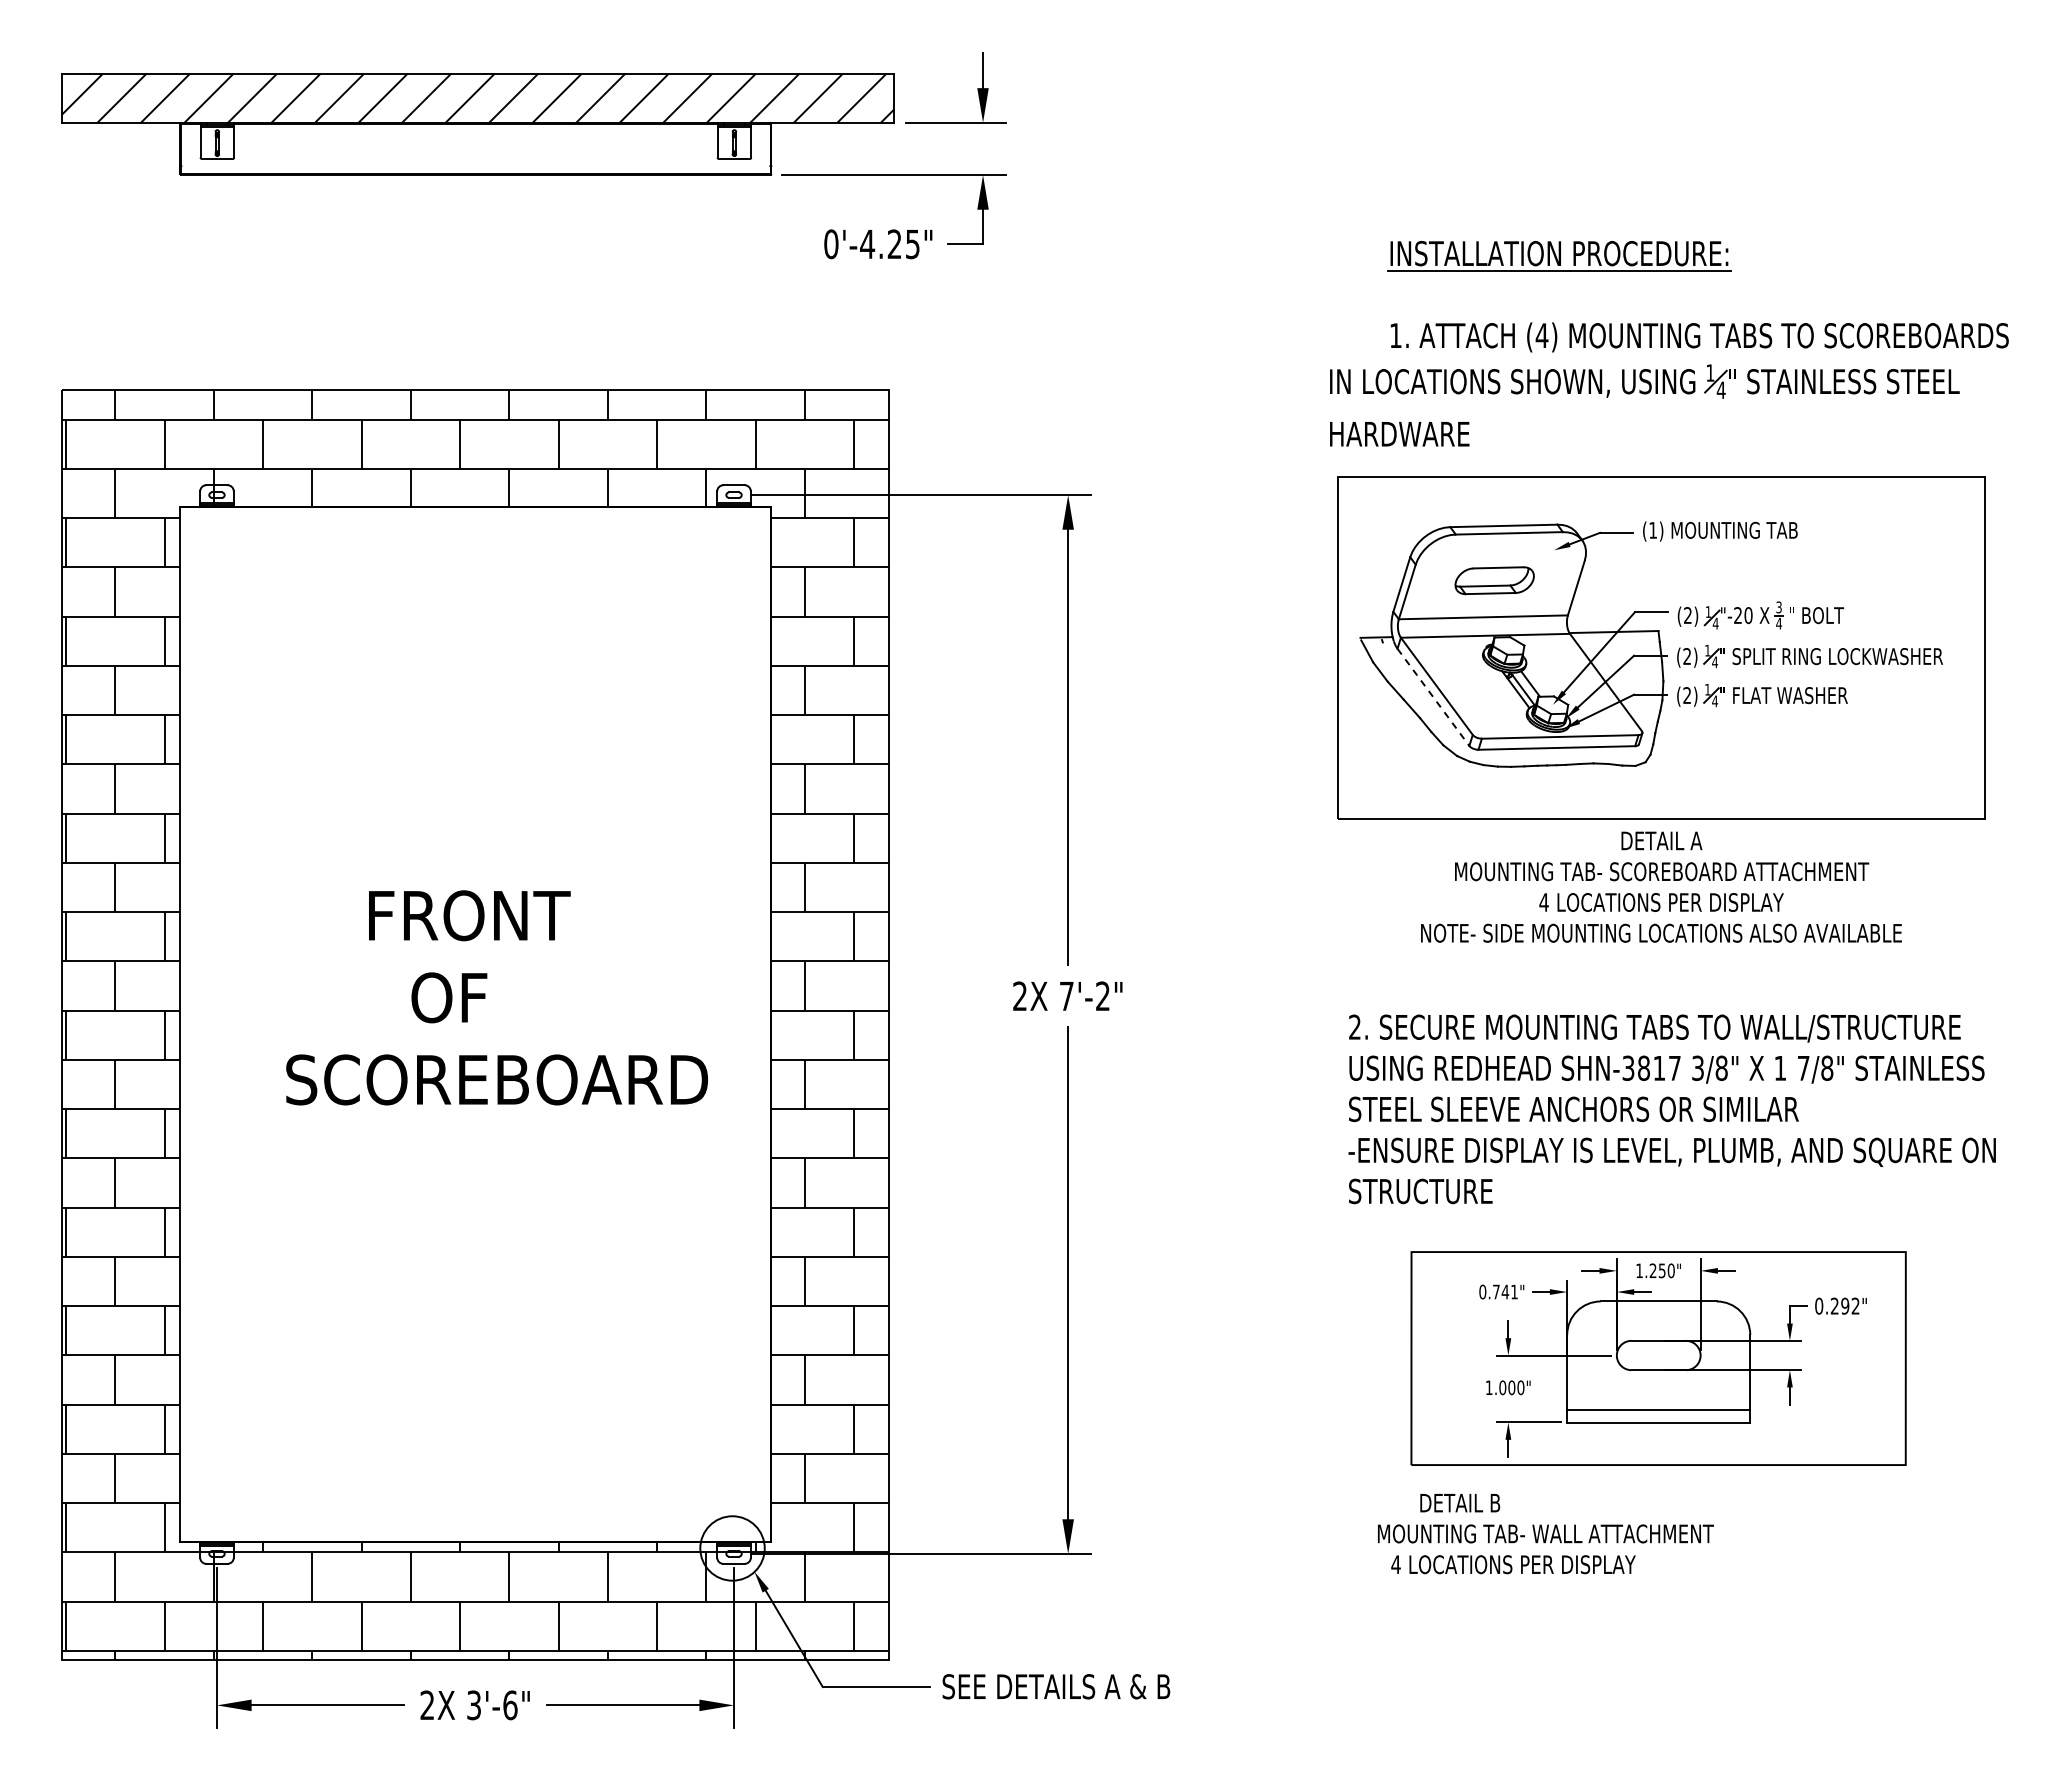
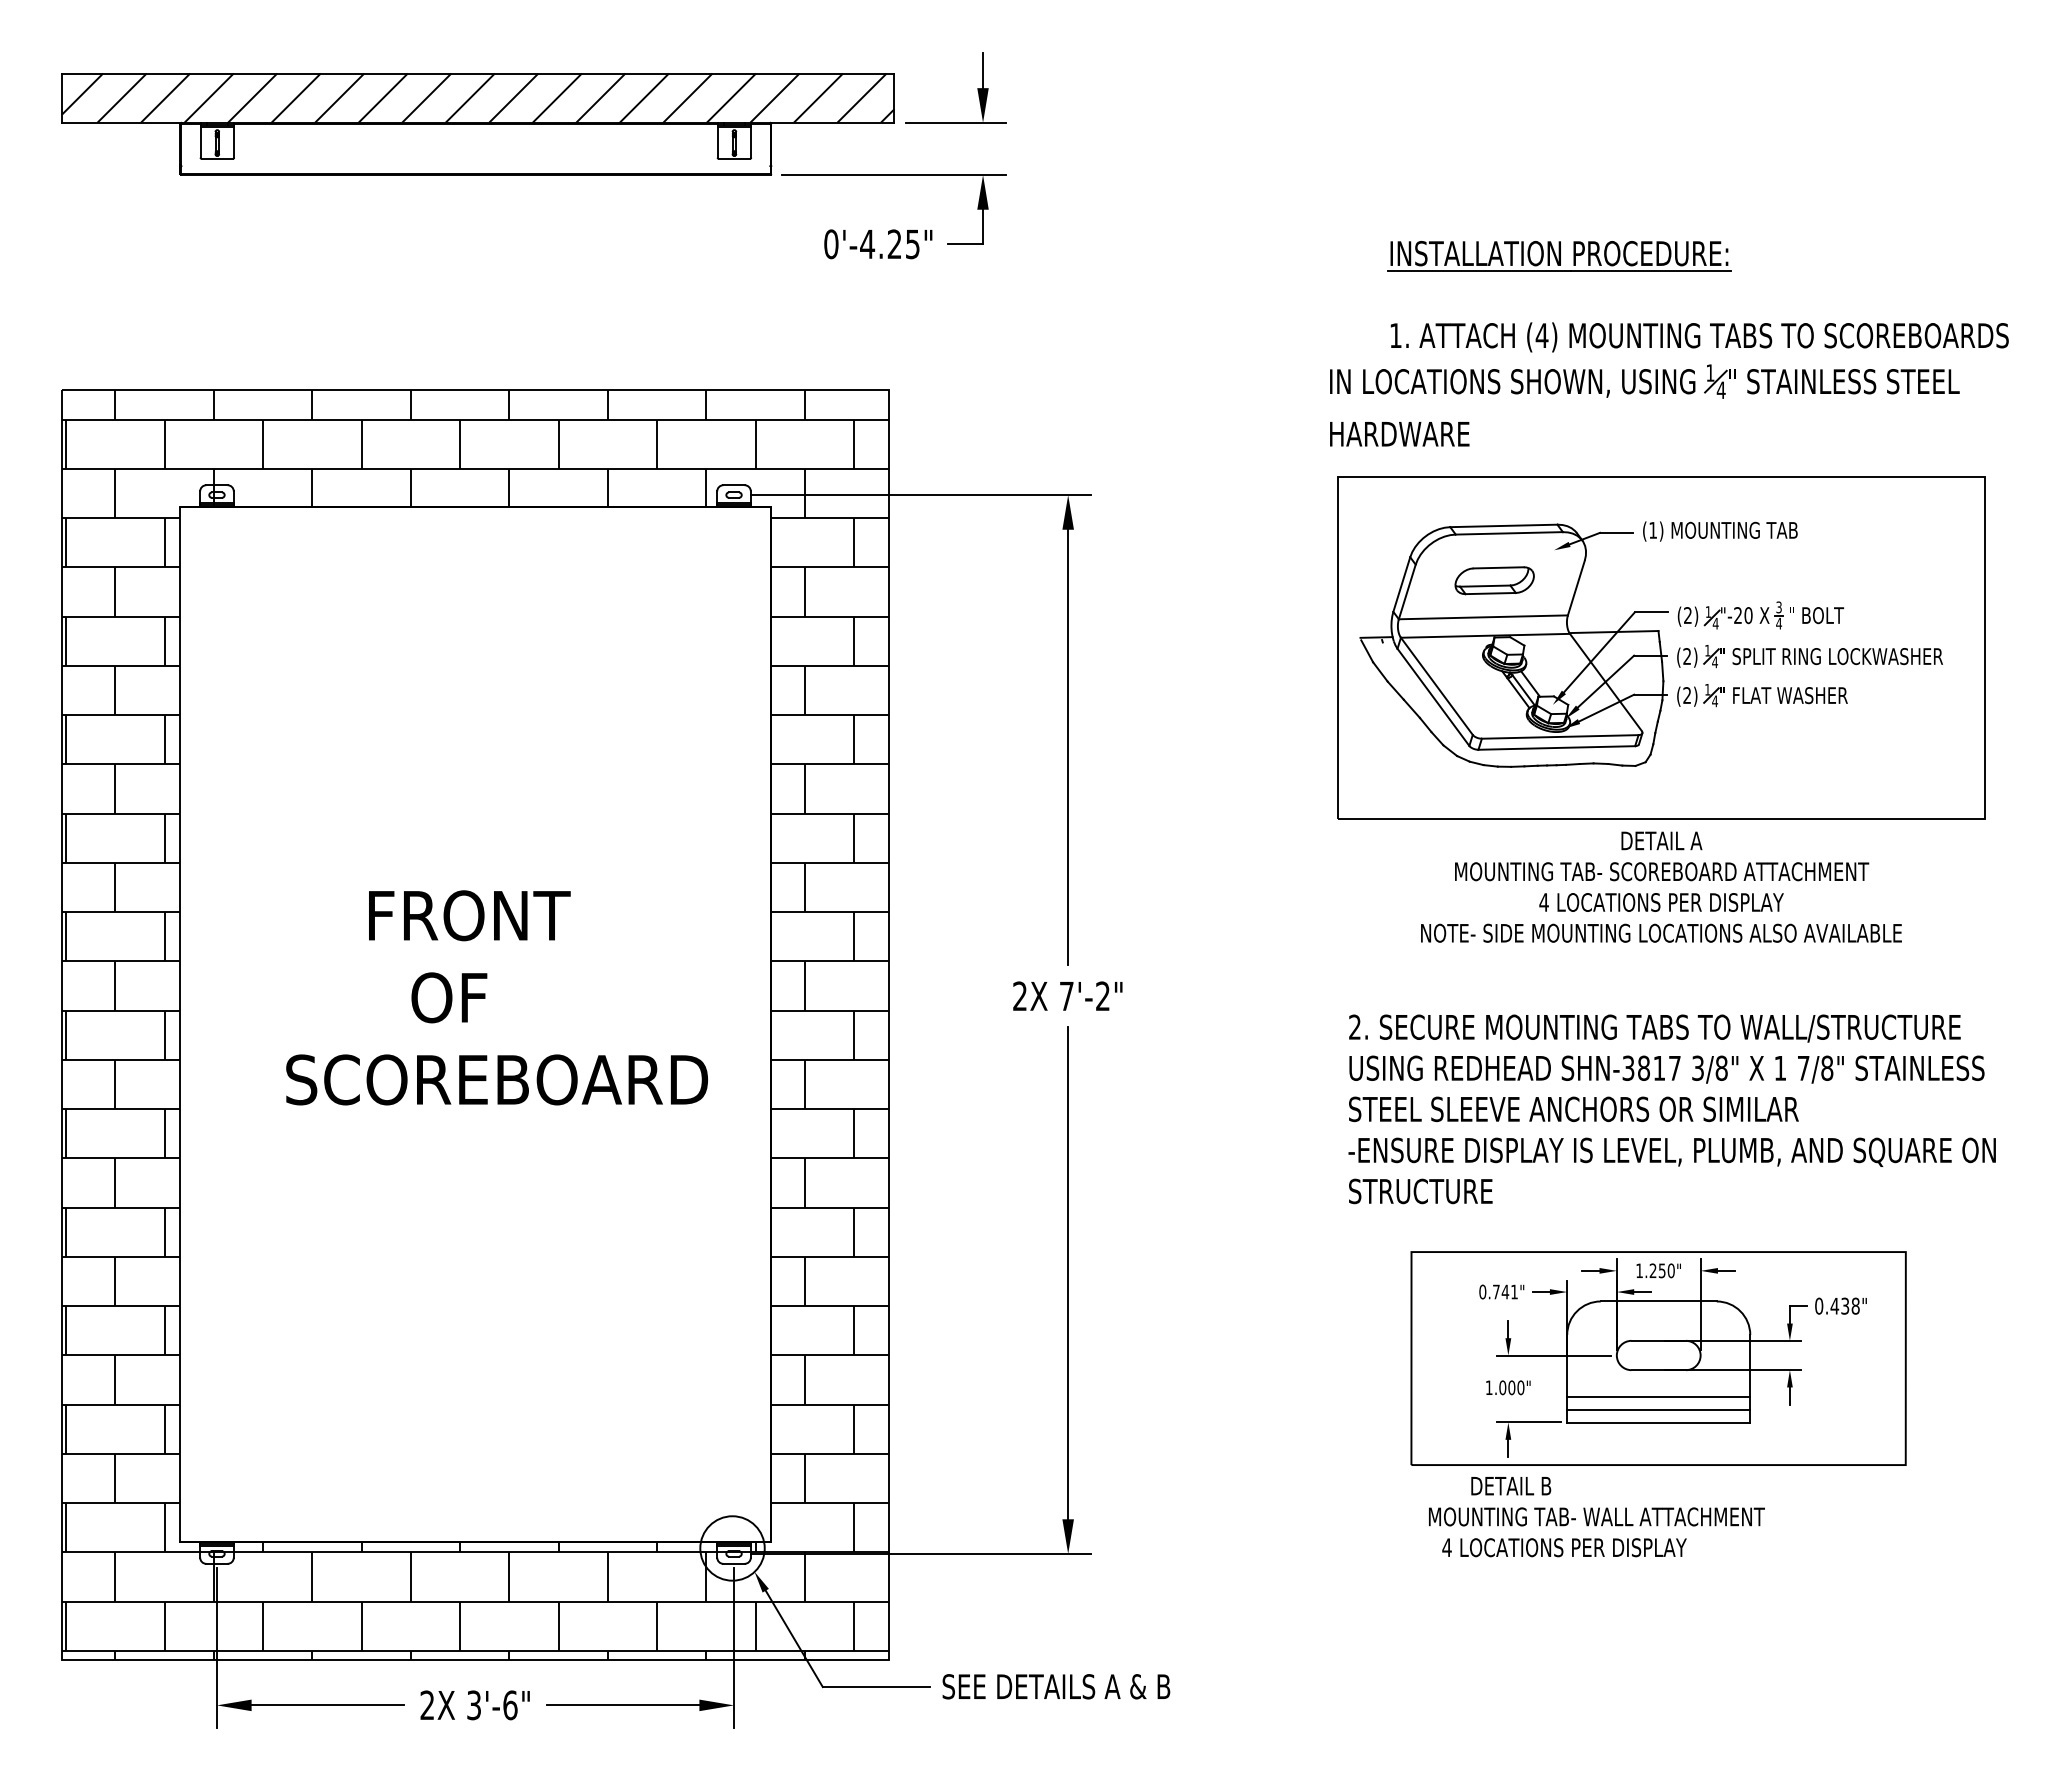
line at (1433, 697): dashed -> solid
text at (1844, 1305): 0.292" -> 0.438"
line at (1658, 1397): none -> present
text at (1545, 1534) position: (1545, 1534) -> (1596, 1517)
